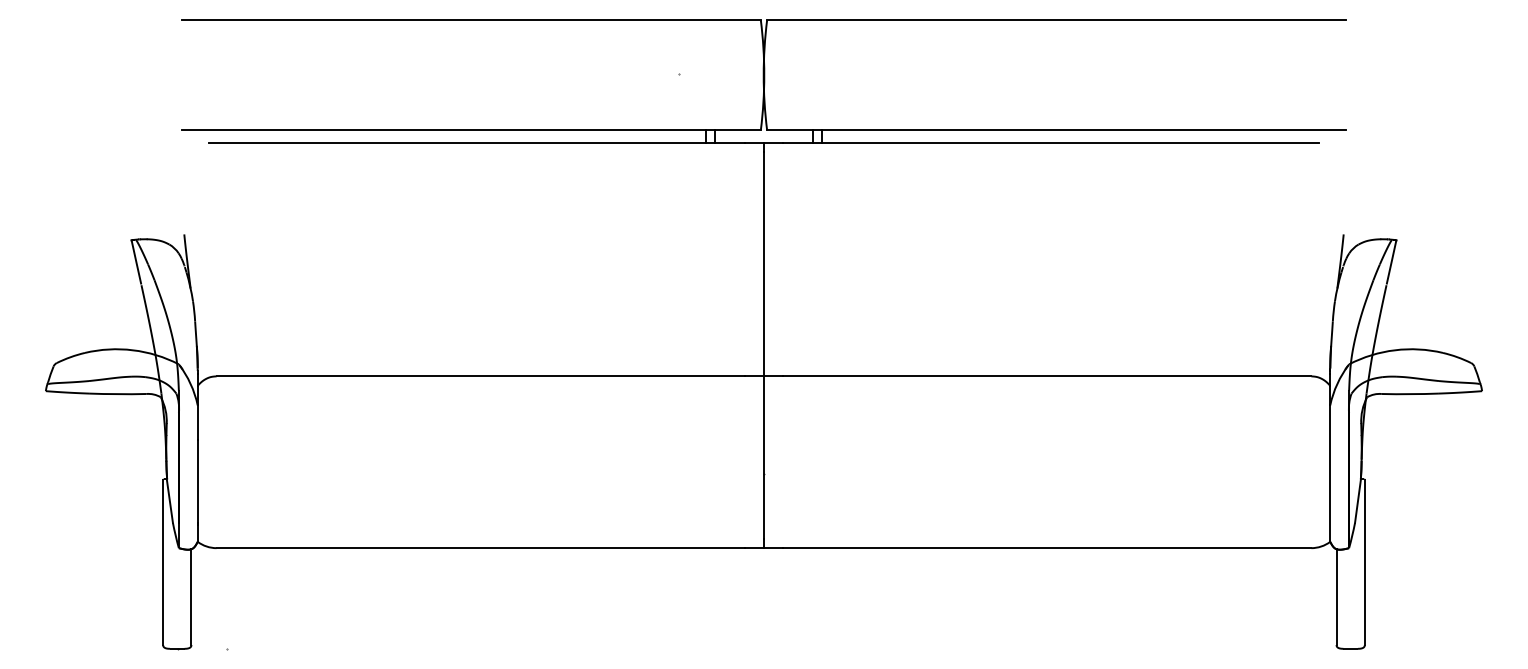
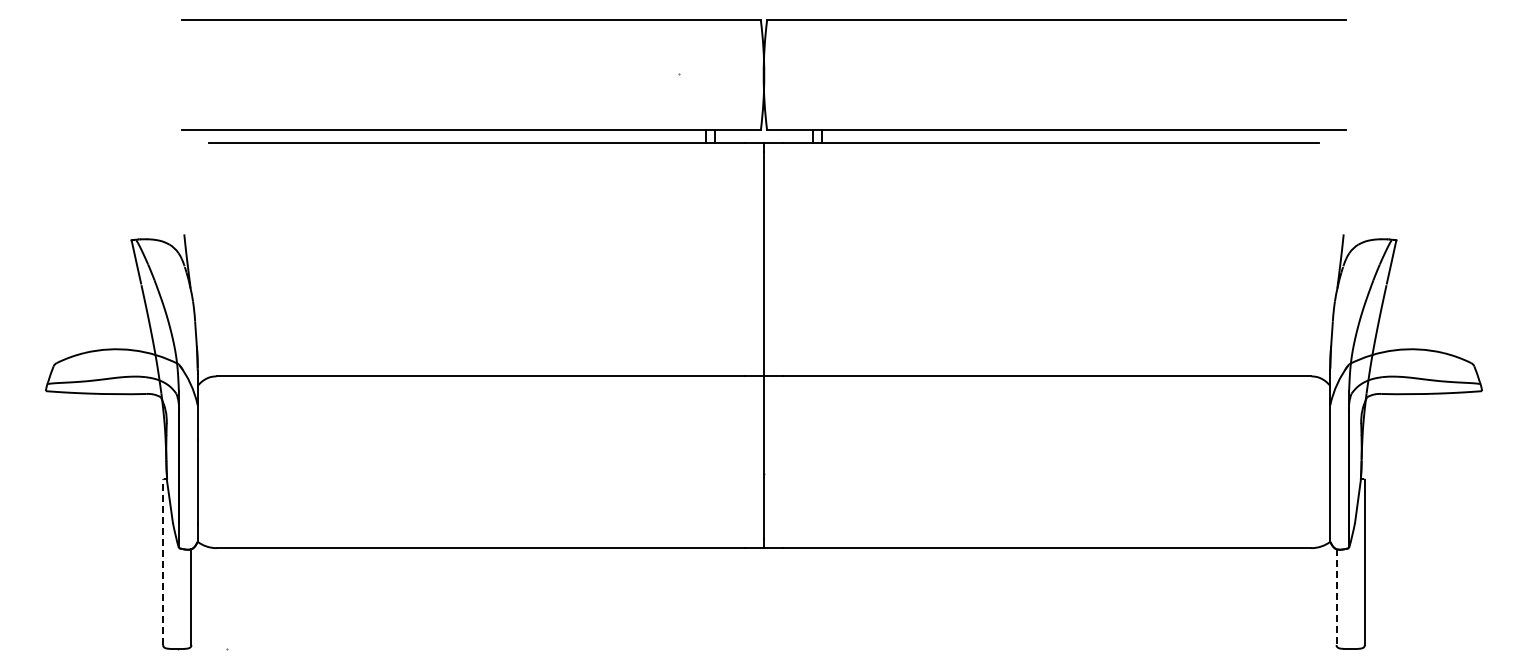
line at (163, 562): solid -> dashed
line at (1336, 597): solid -> dashed
